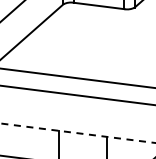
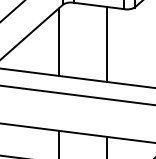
line at (58, 41): none -> present
line at (106, 43): none -> present
line at (78, 133): dashed -> solid
